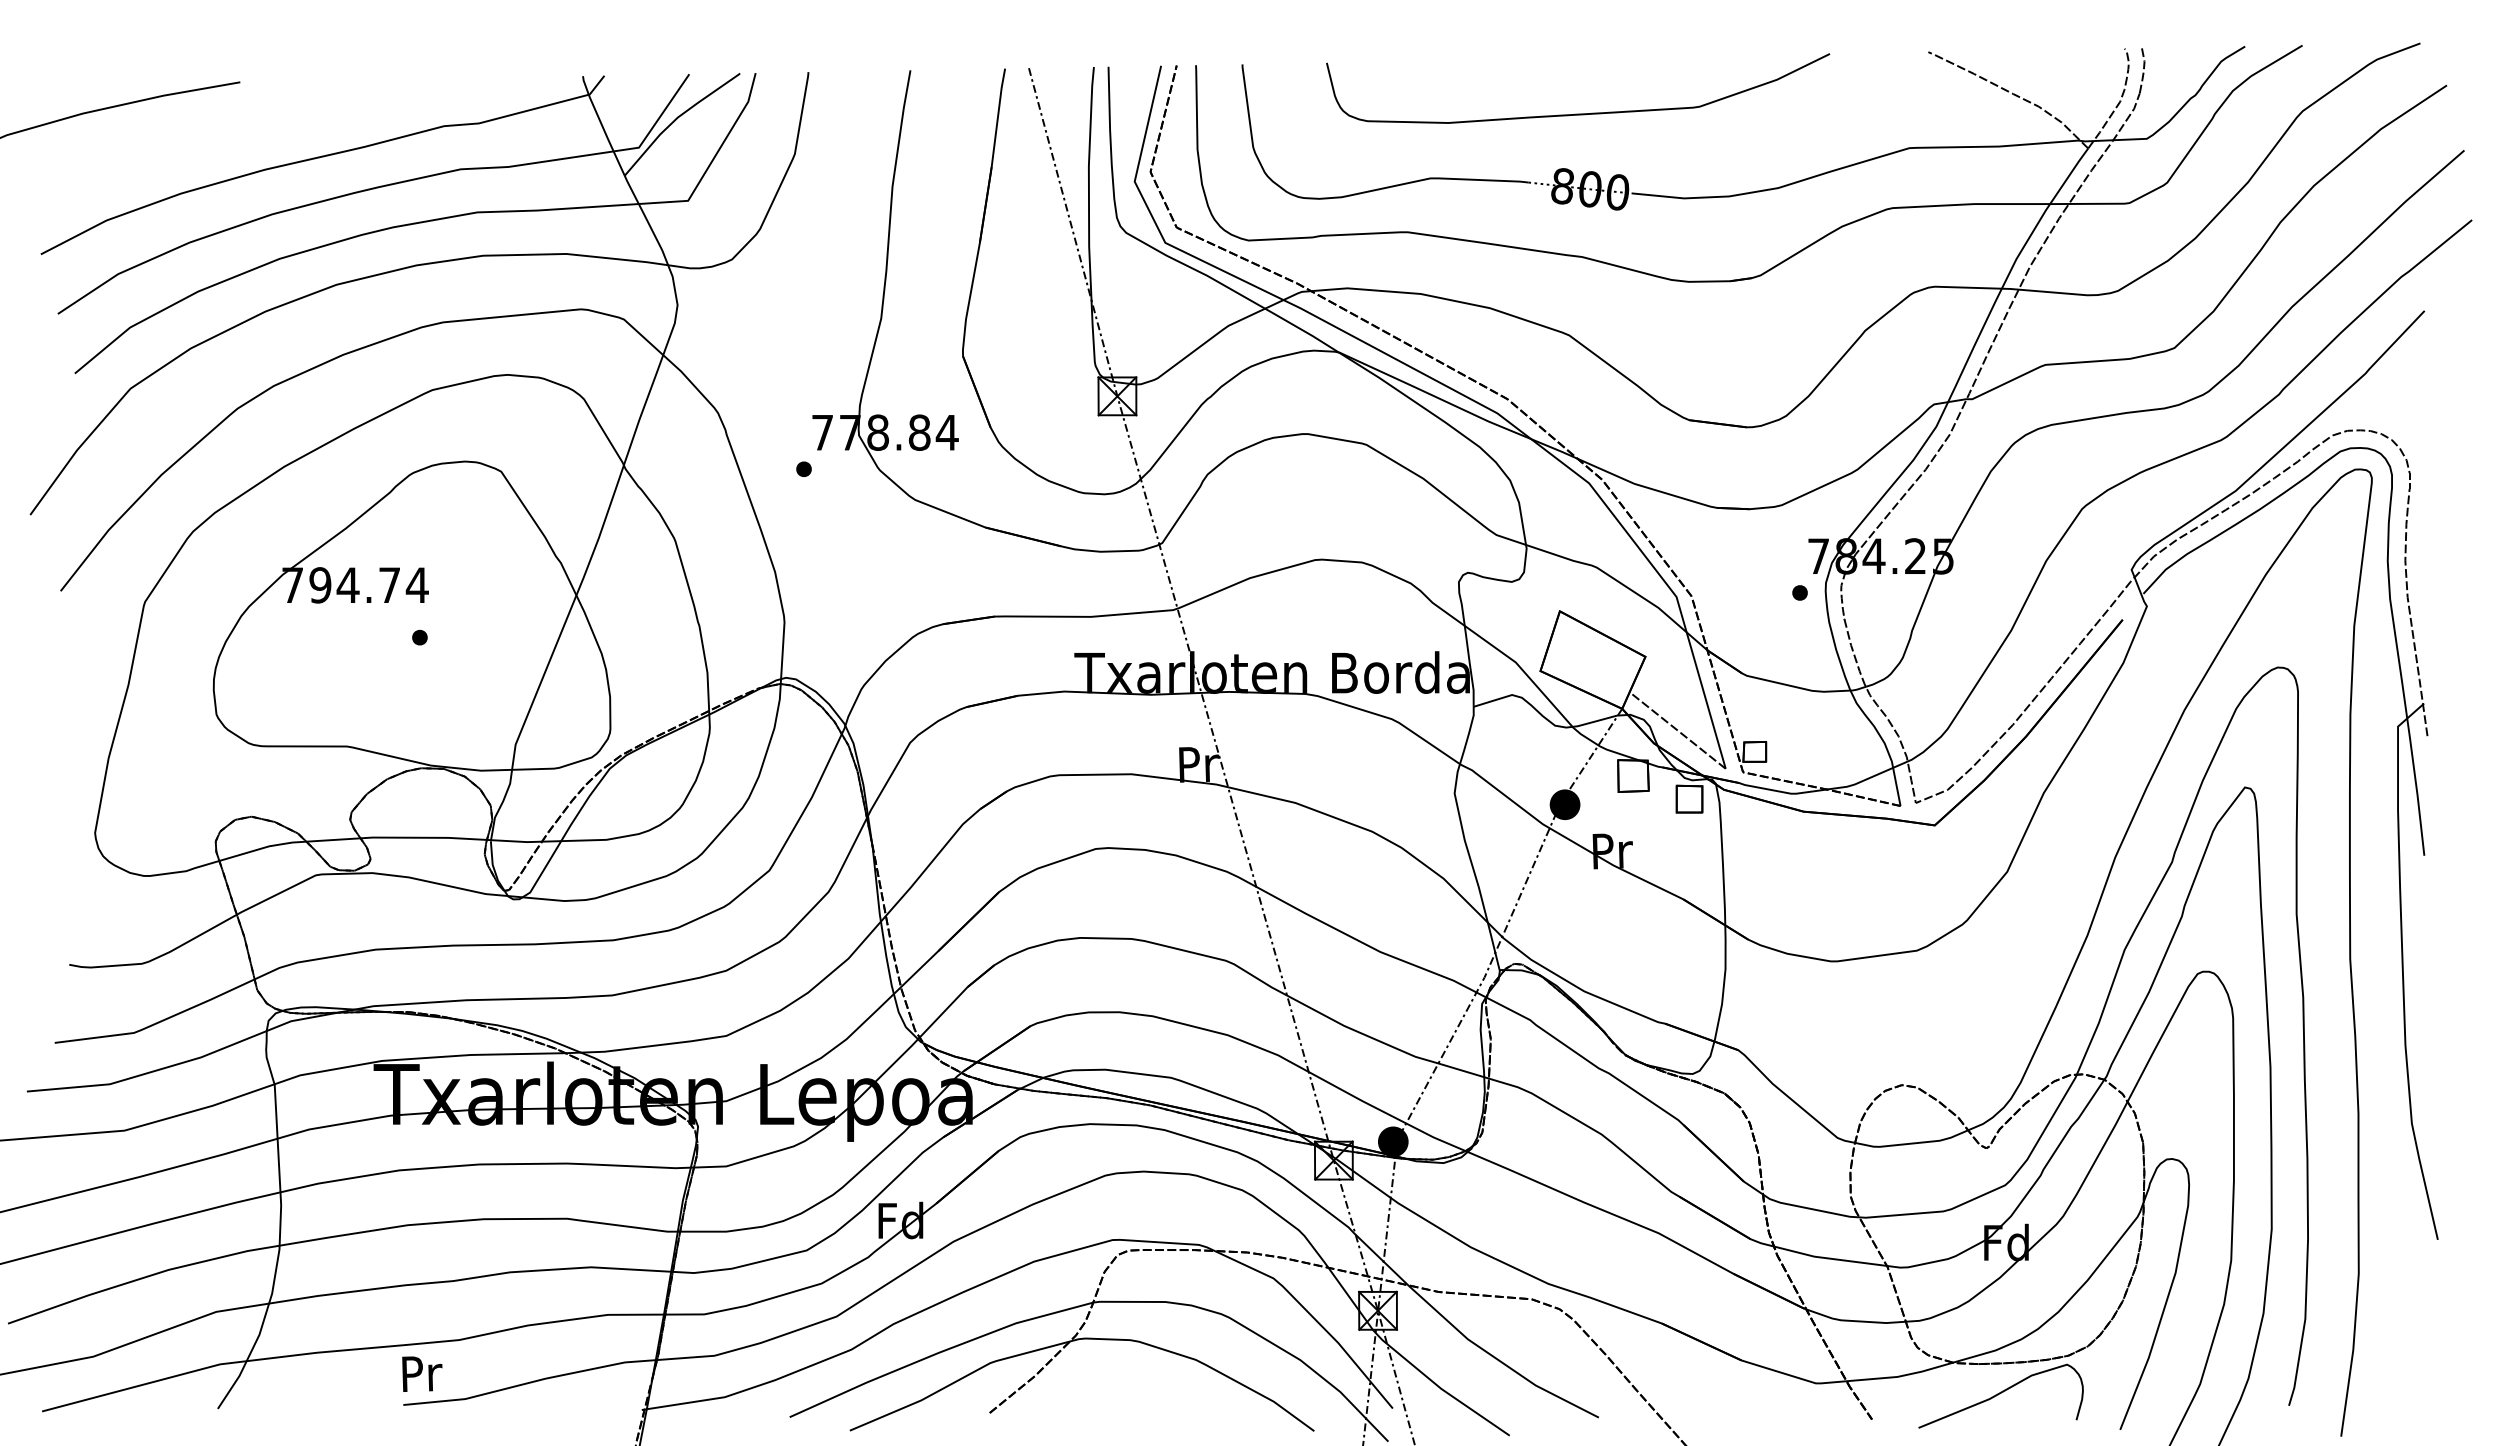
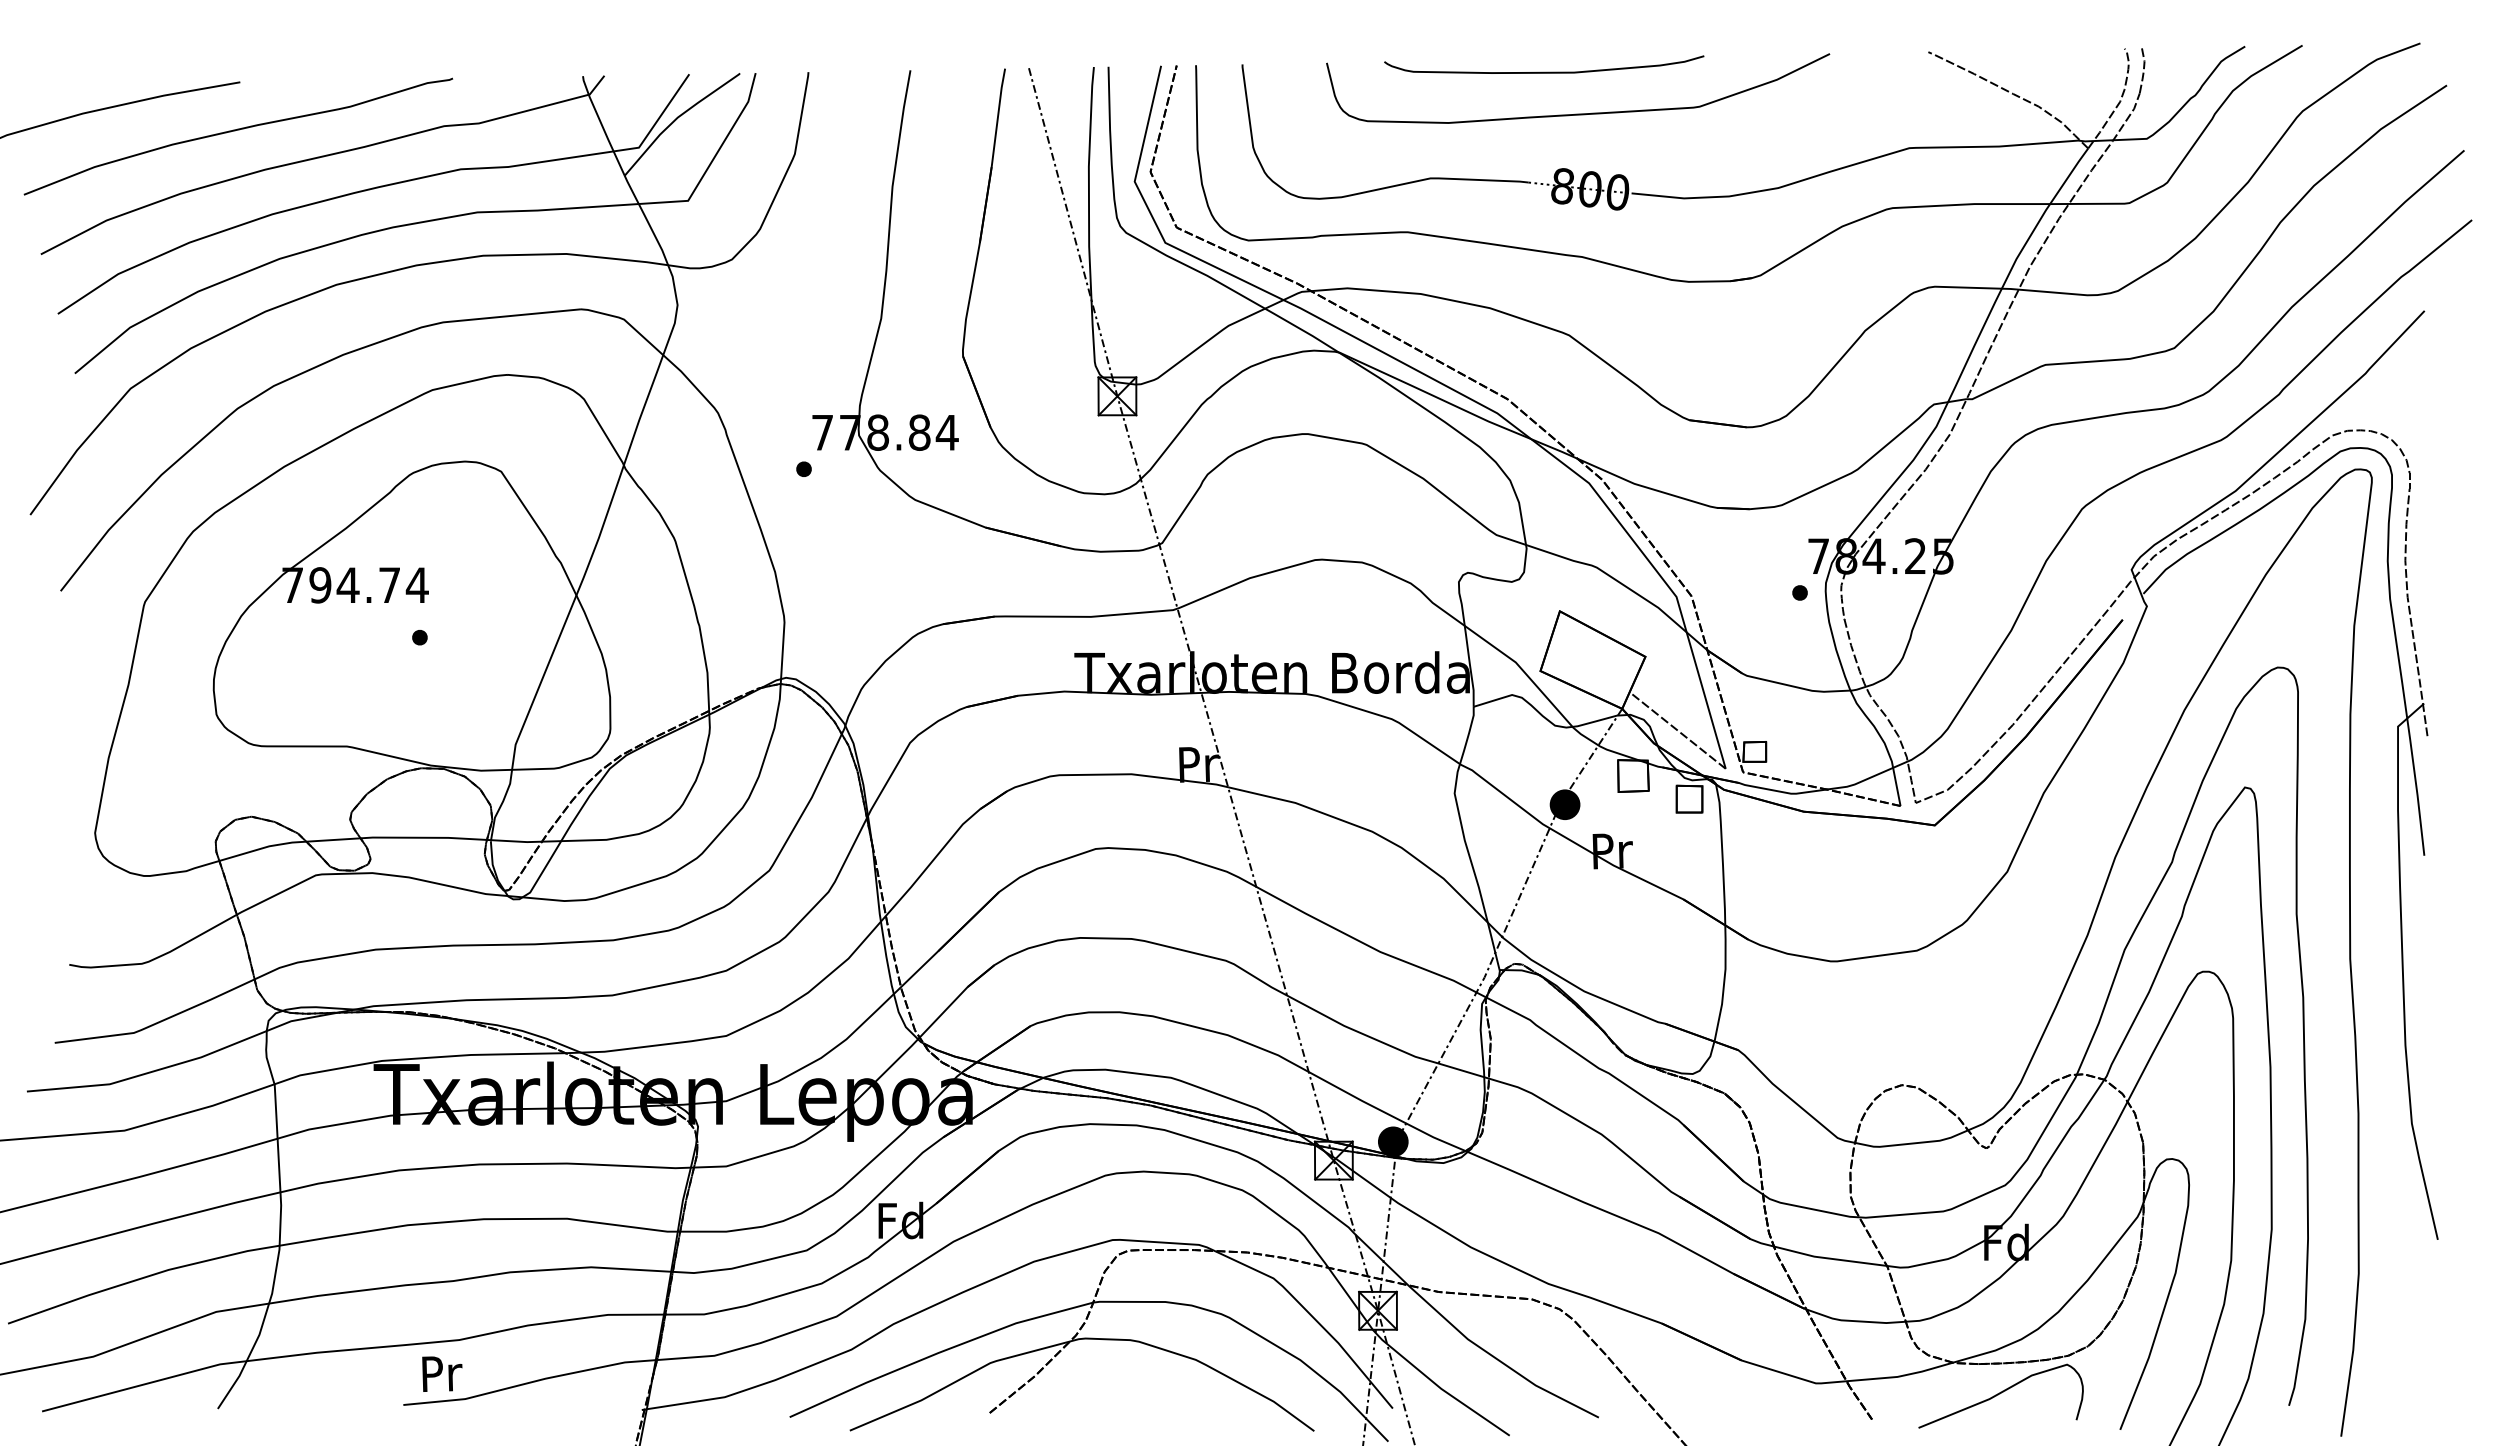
curve at (1544, 71): none -> present
curve at (235, 131): none -> present
text at (422, 1373) position: (422, 1373) -> (442, 1373)
